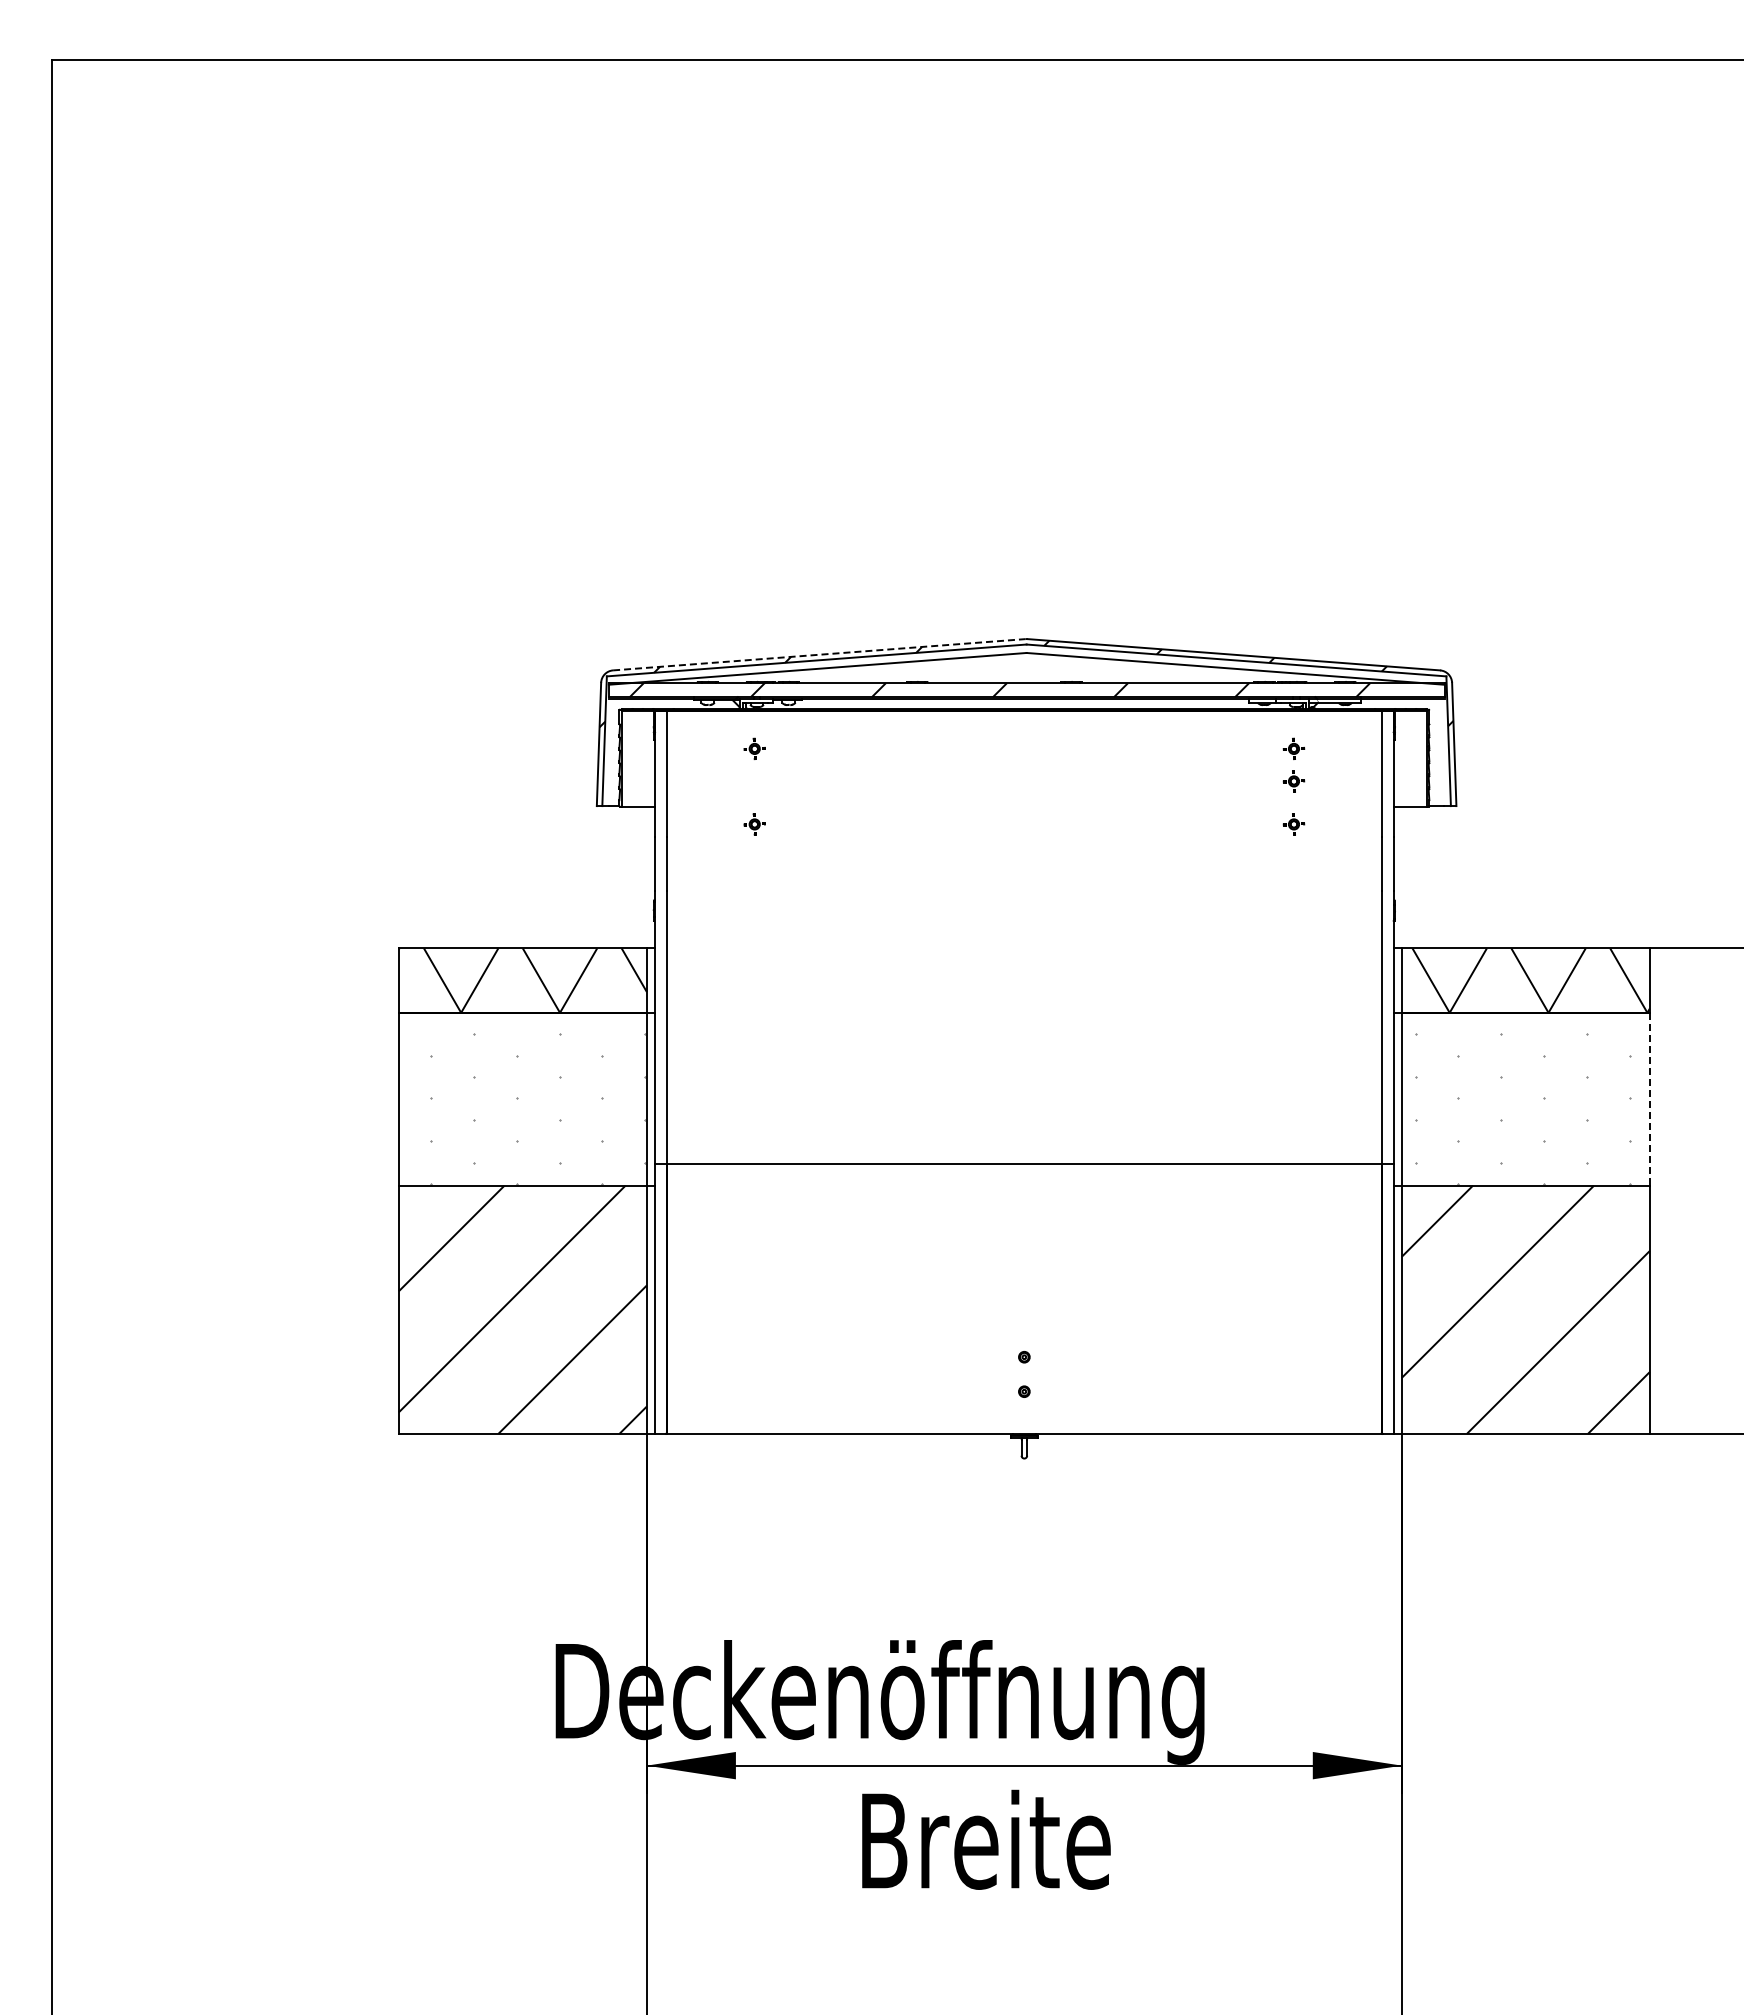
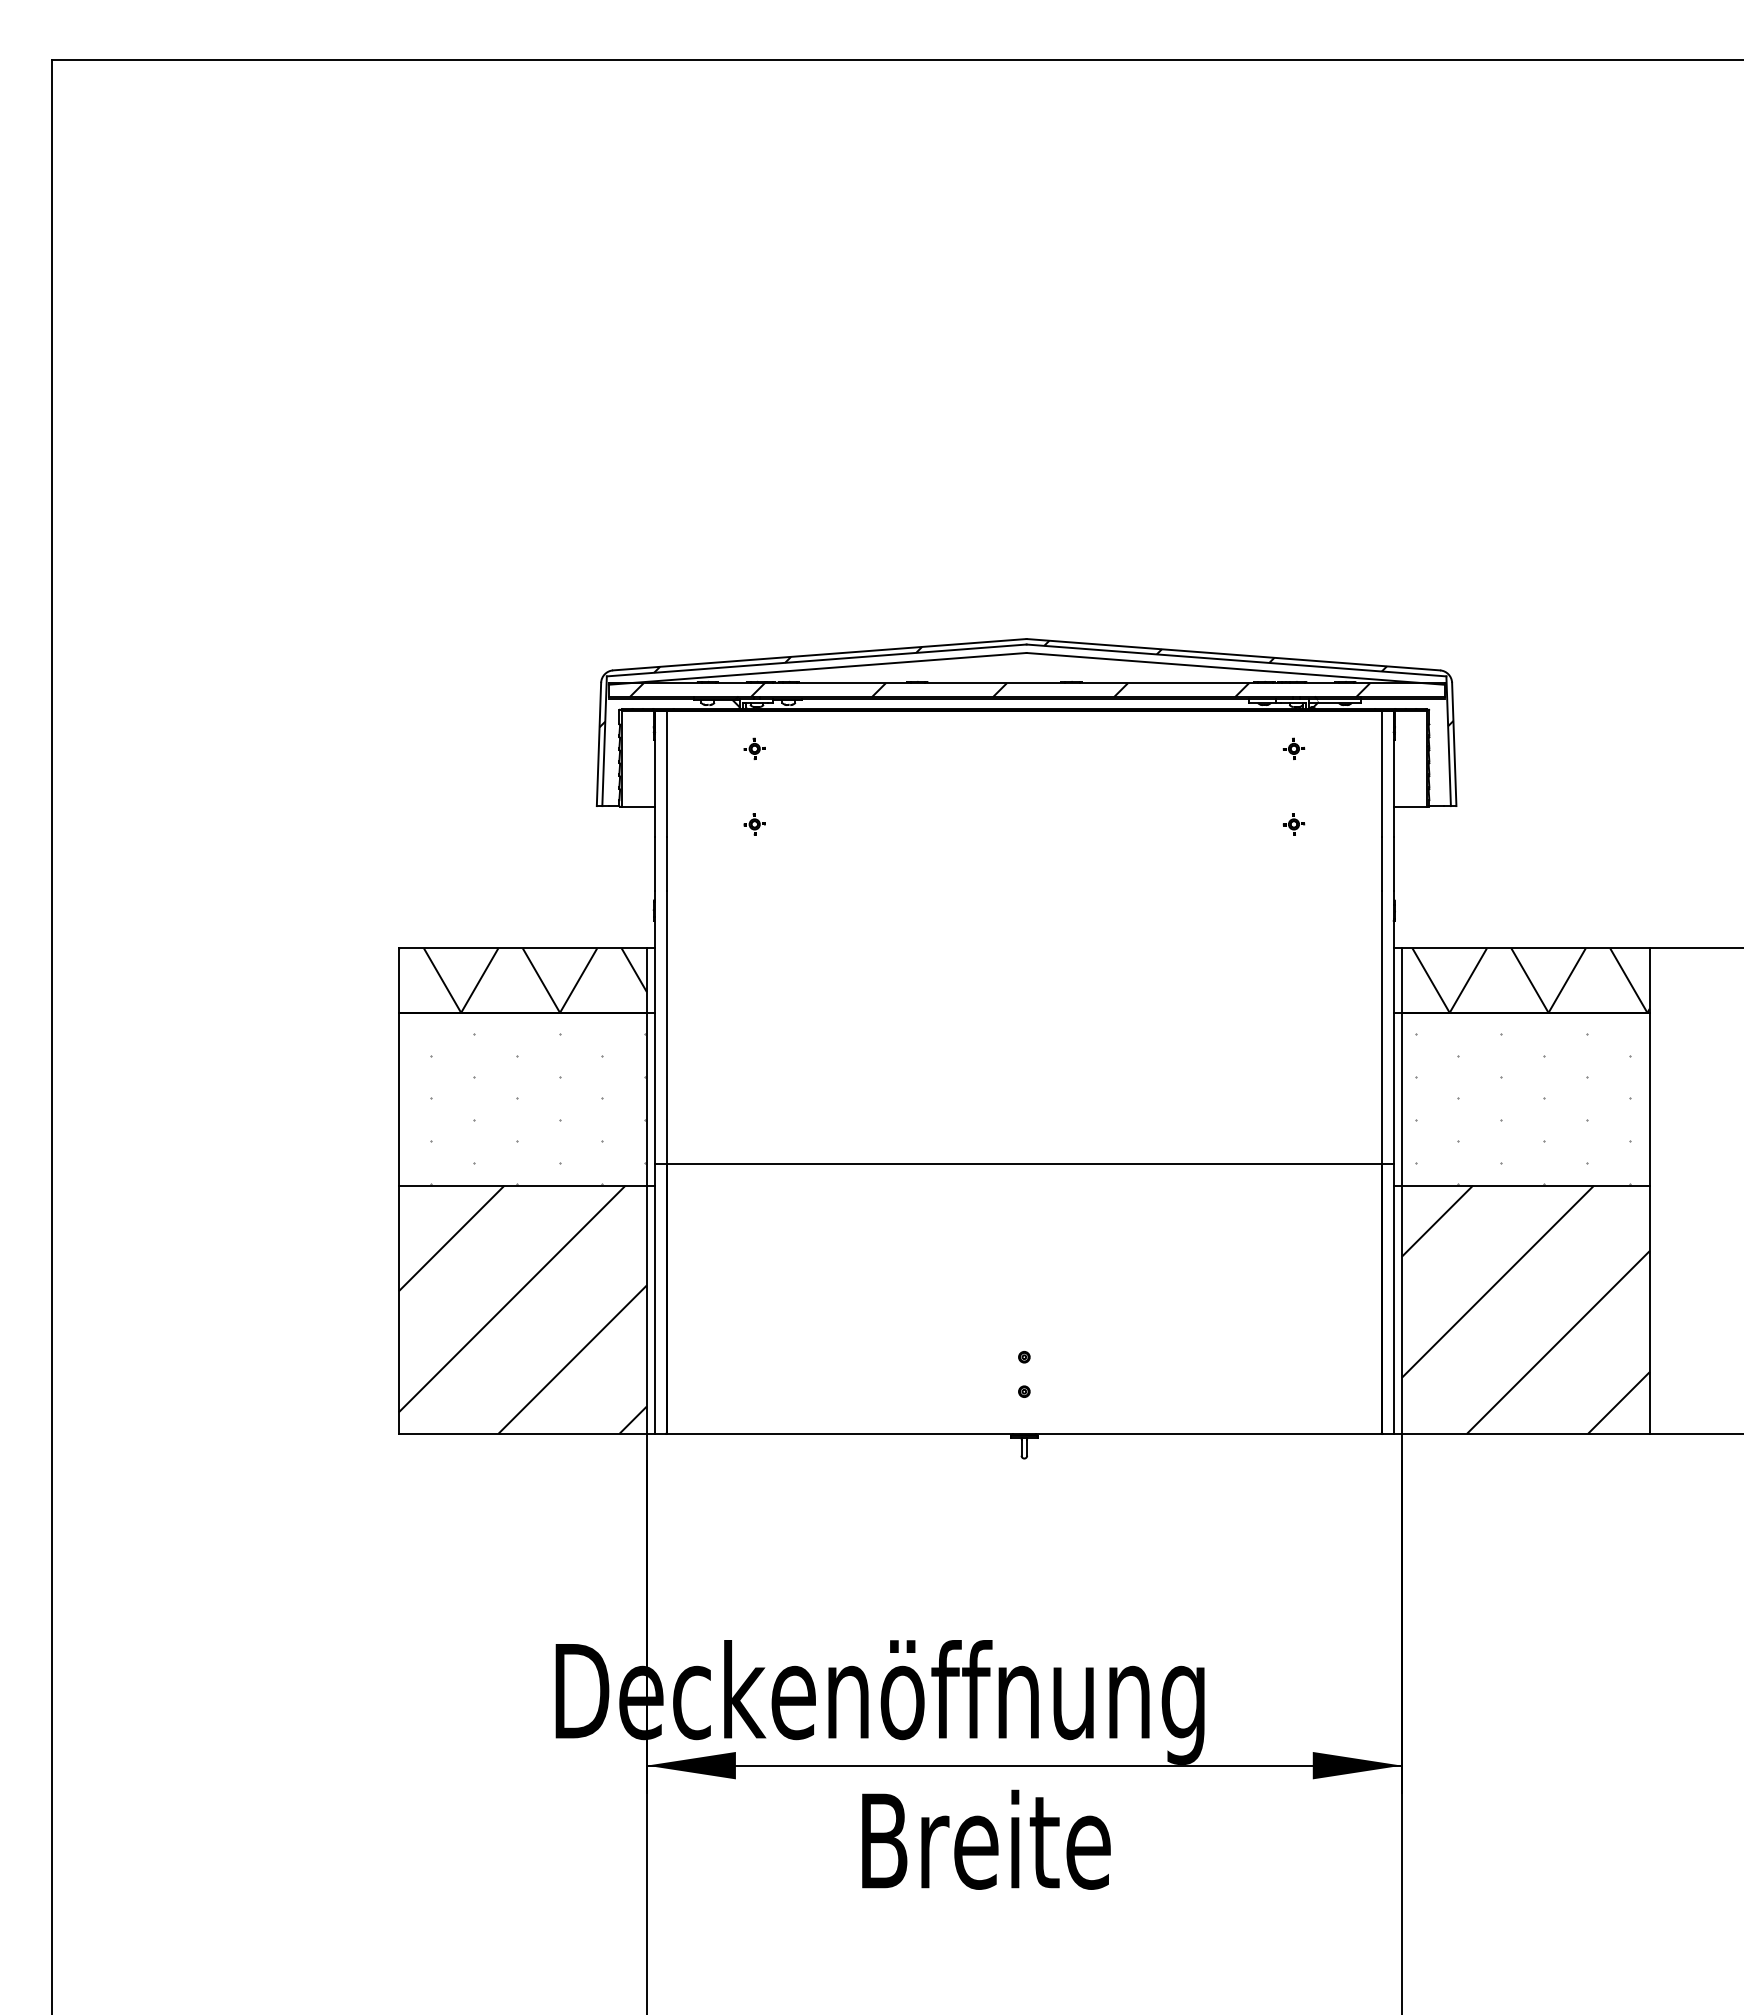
line at (819, 654): dashed -> solid
part at (1293, 781): present -> none
line at (1649, 1099): dashed -> solid
